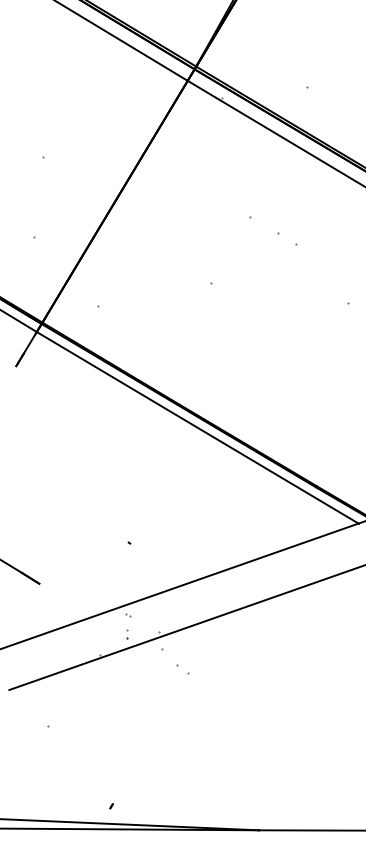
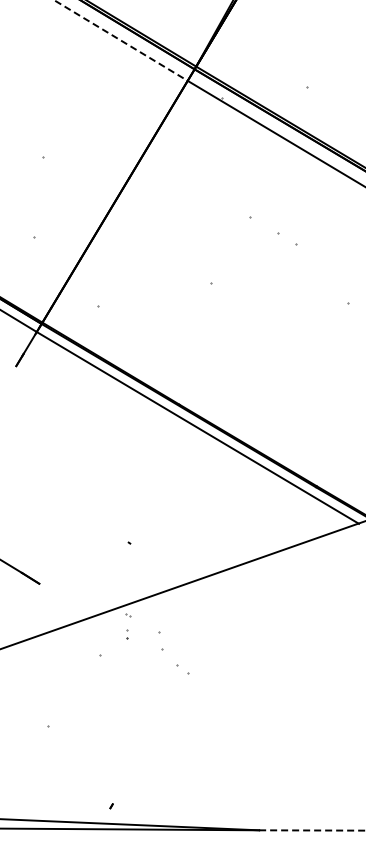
line at (121, 40): solid -> dashed
line at (185, 628): present -> none
line at (313, 830): solid -> dashed
